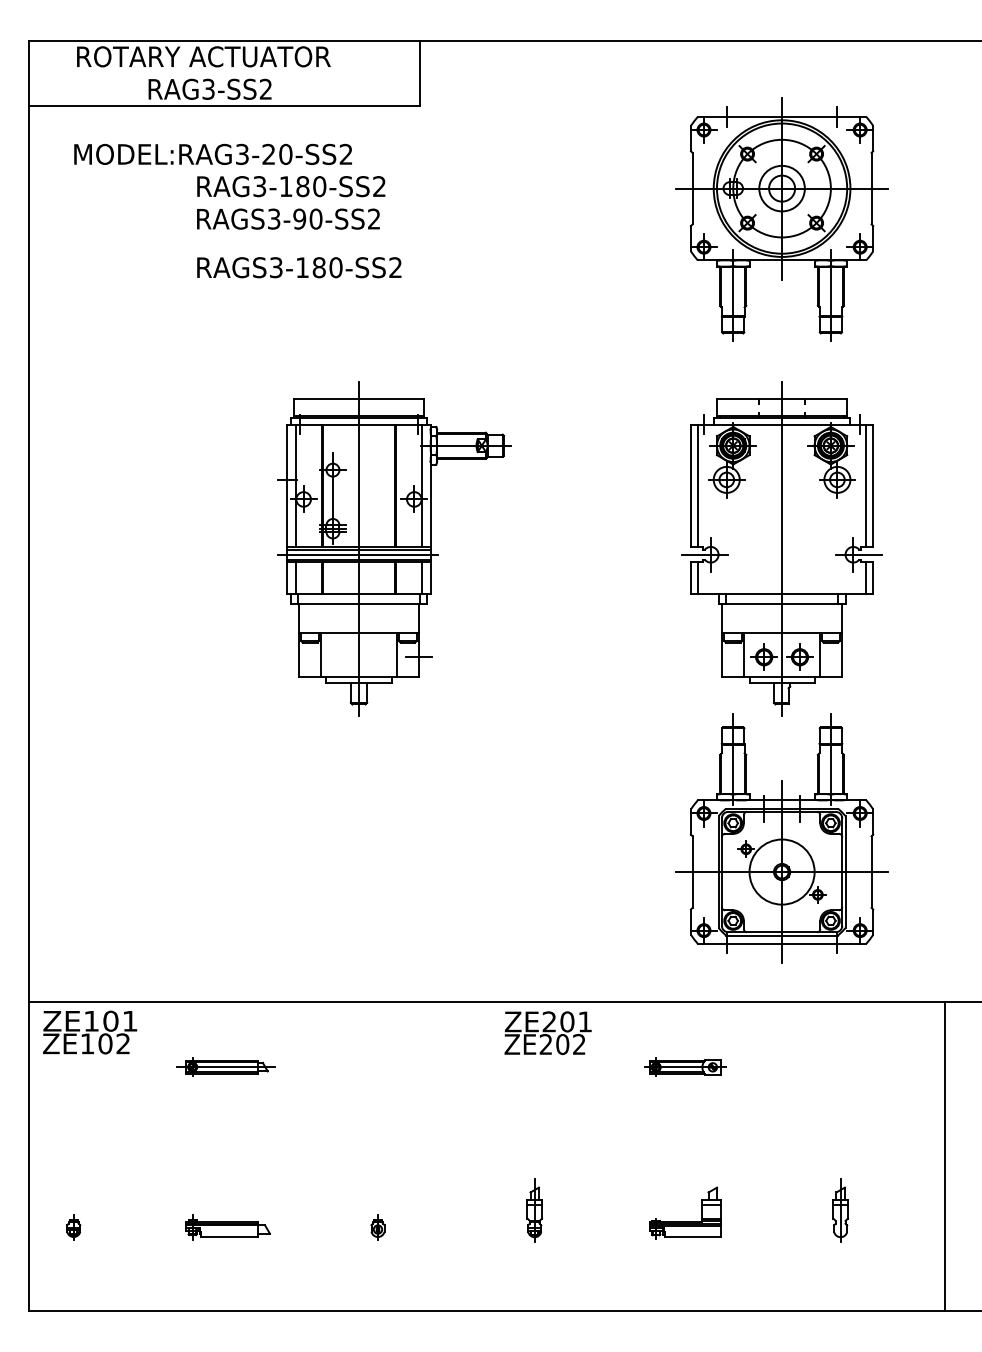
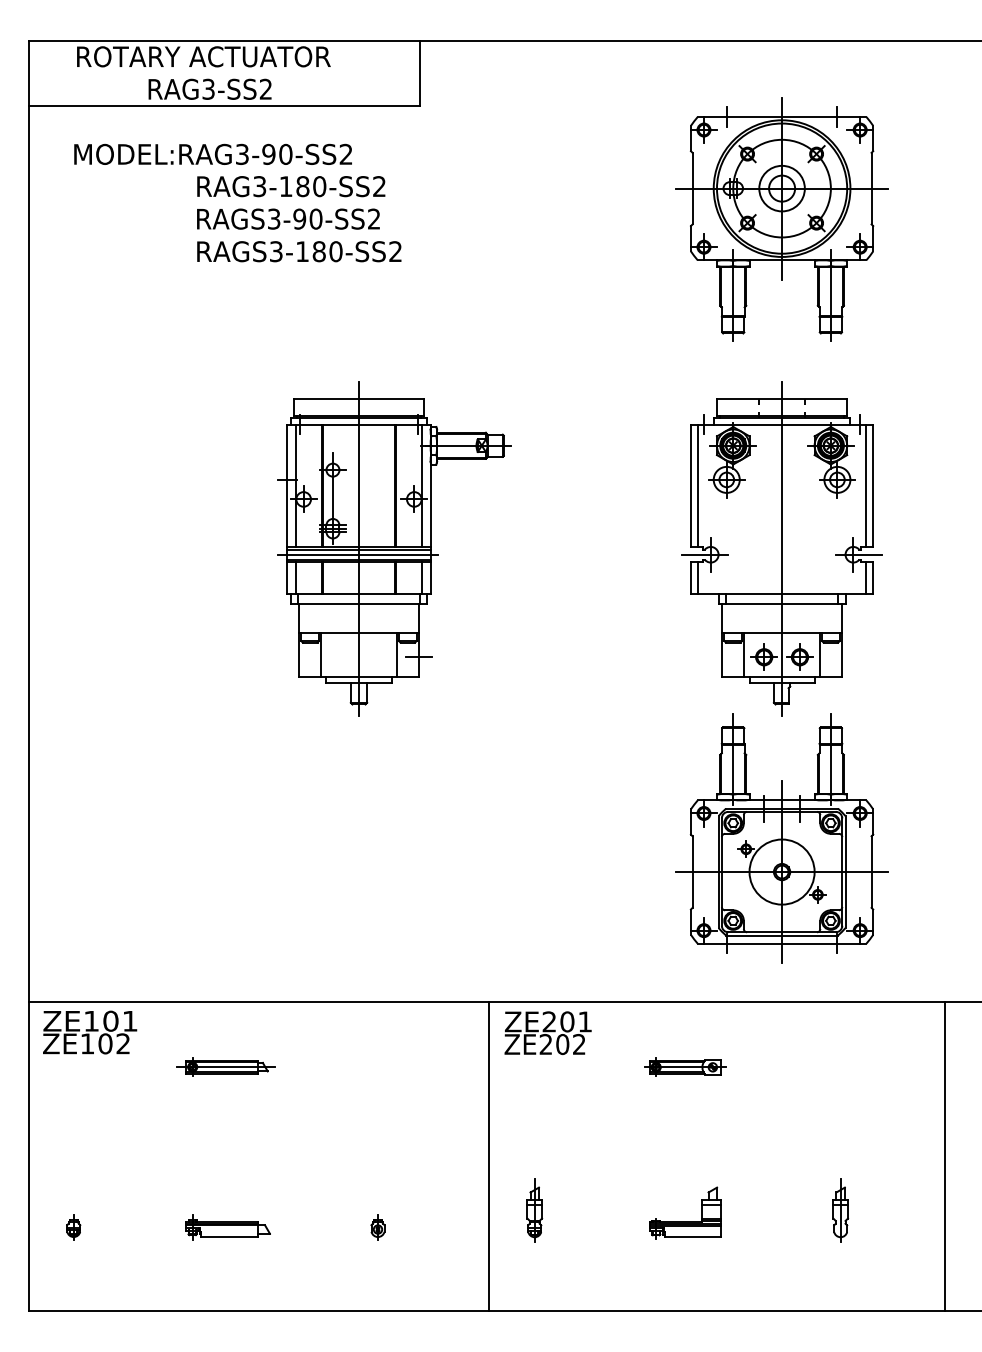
text at (268, 154): MODEL:RAG3-20-SS2 -> MODEL:RAG3-90-SS2
text at (299, 267) position: (299, 267) -> (299, 251)
line at (489, 1156): none -> present
